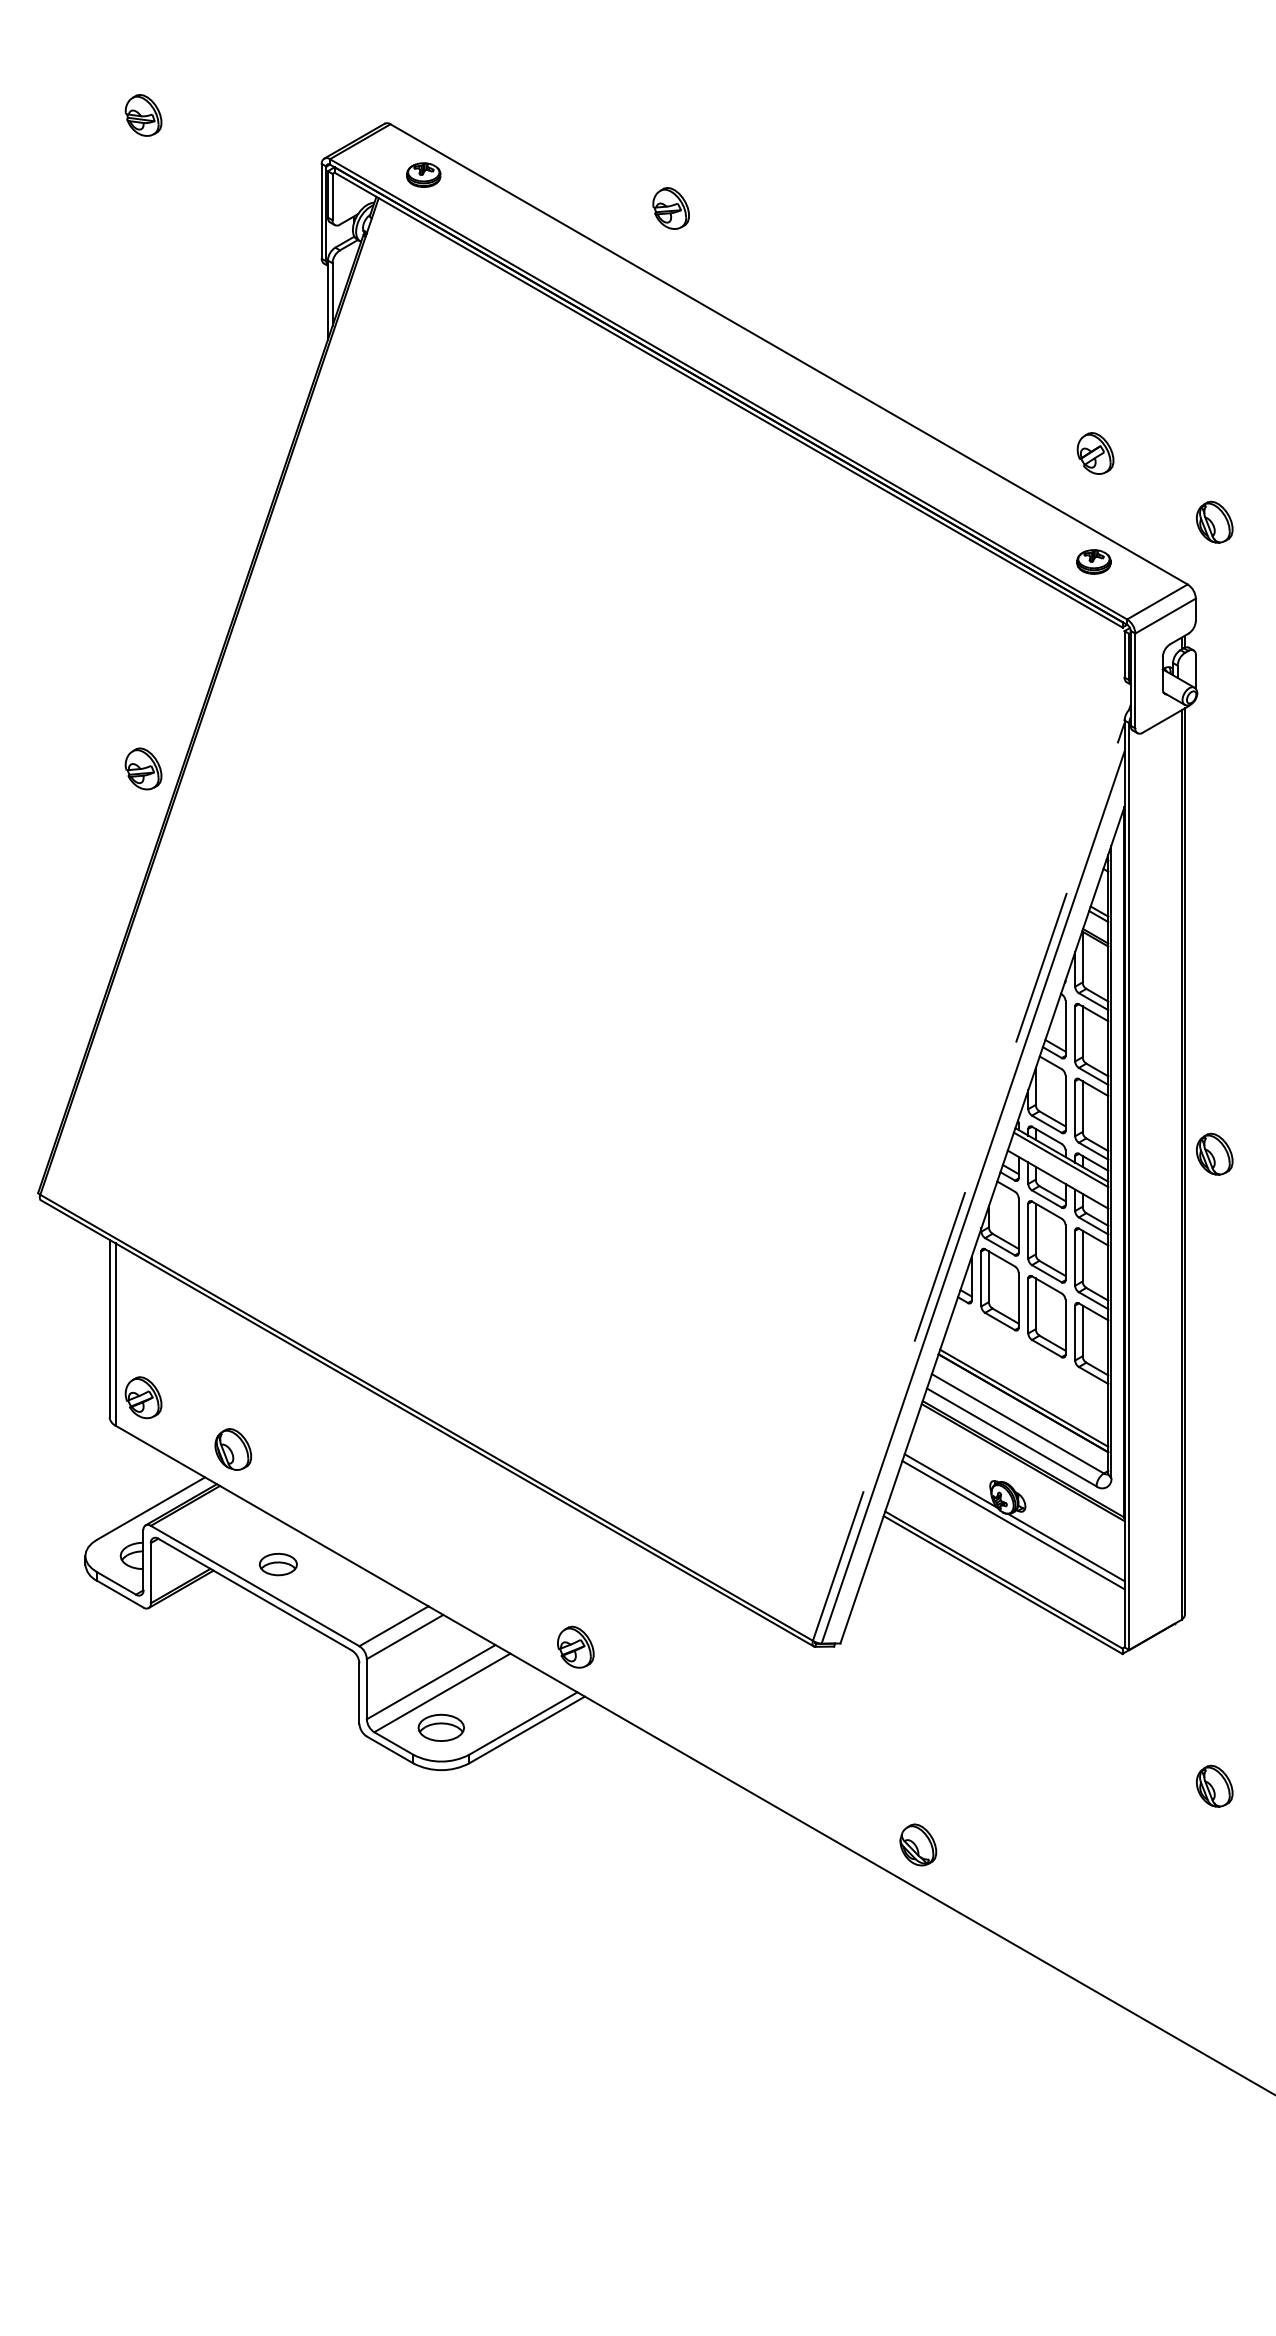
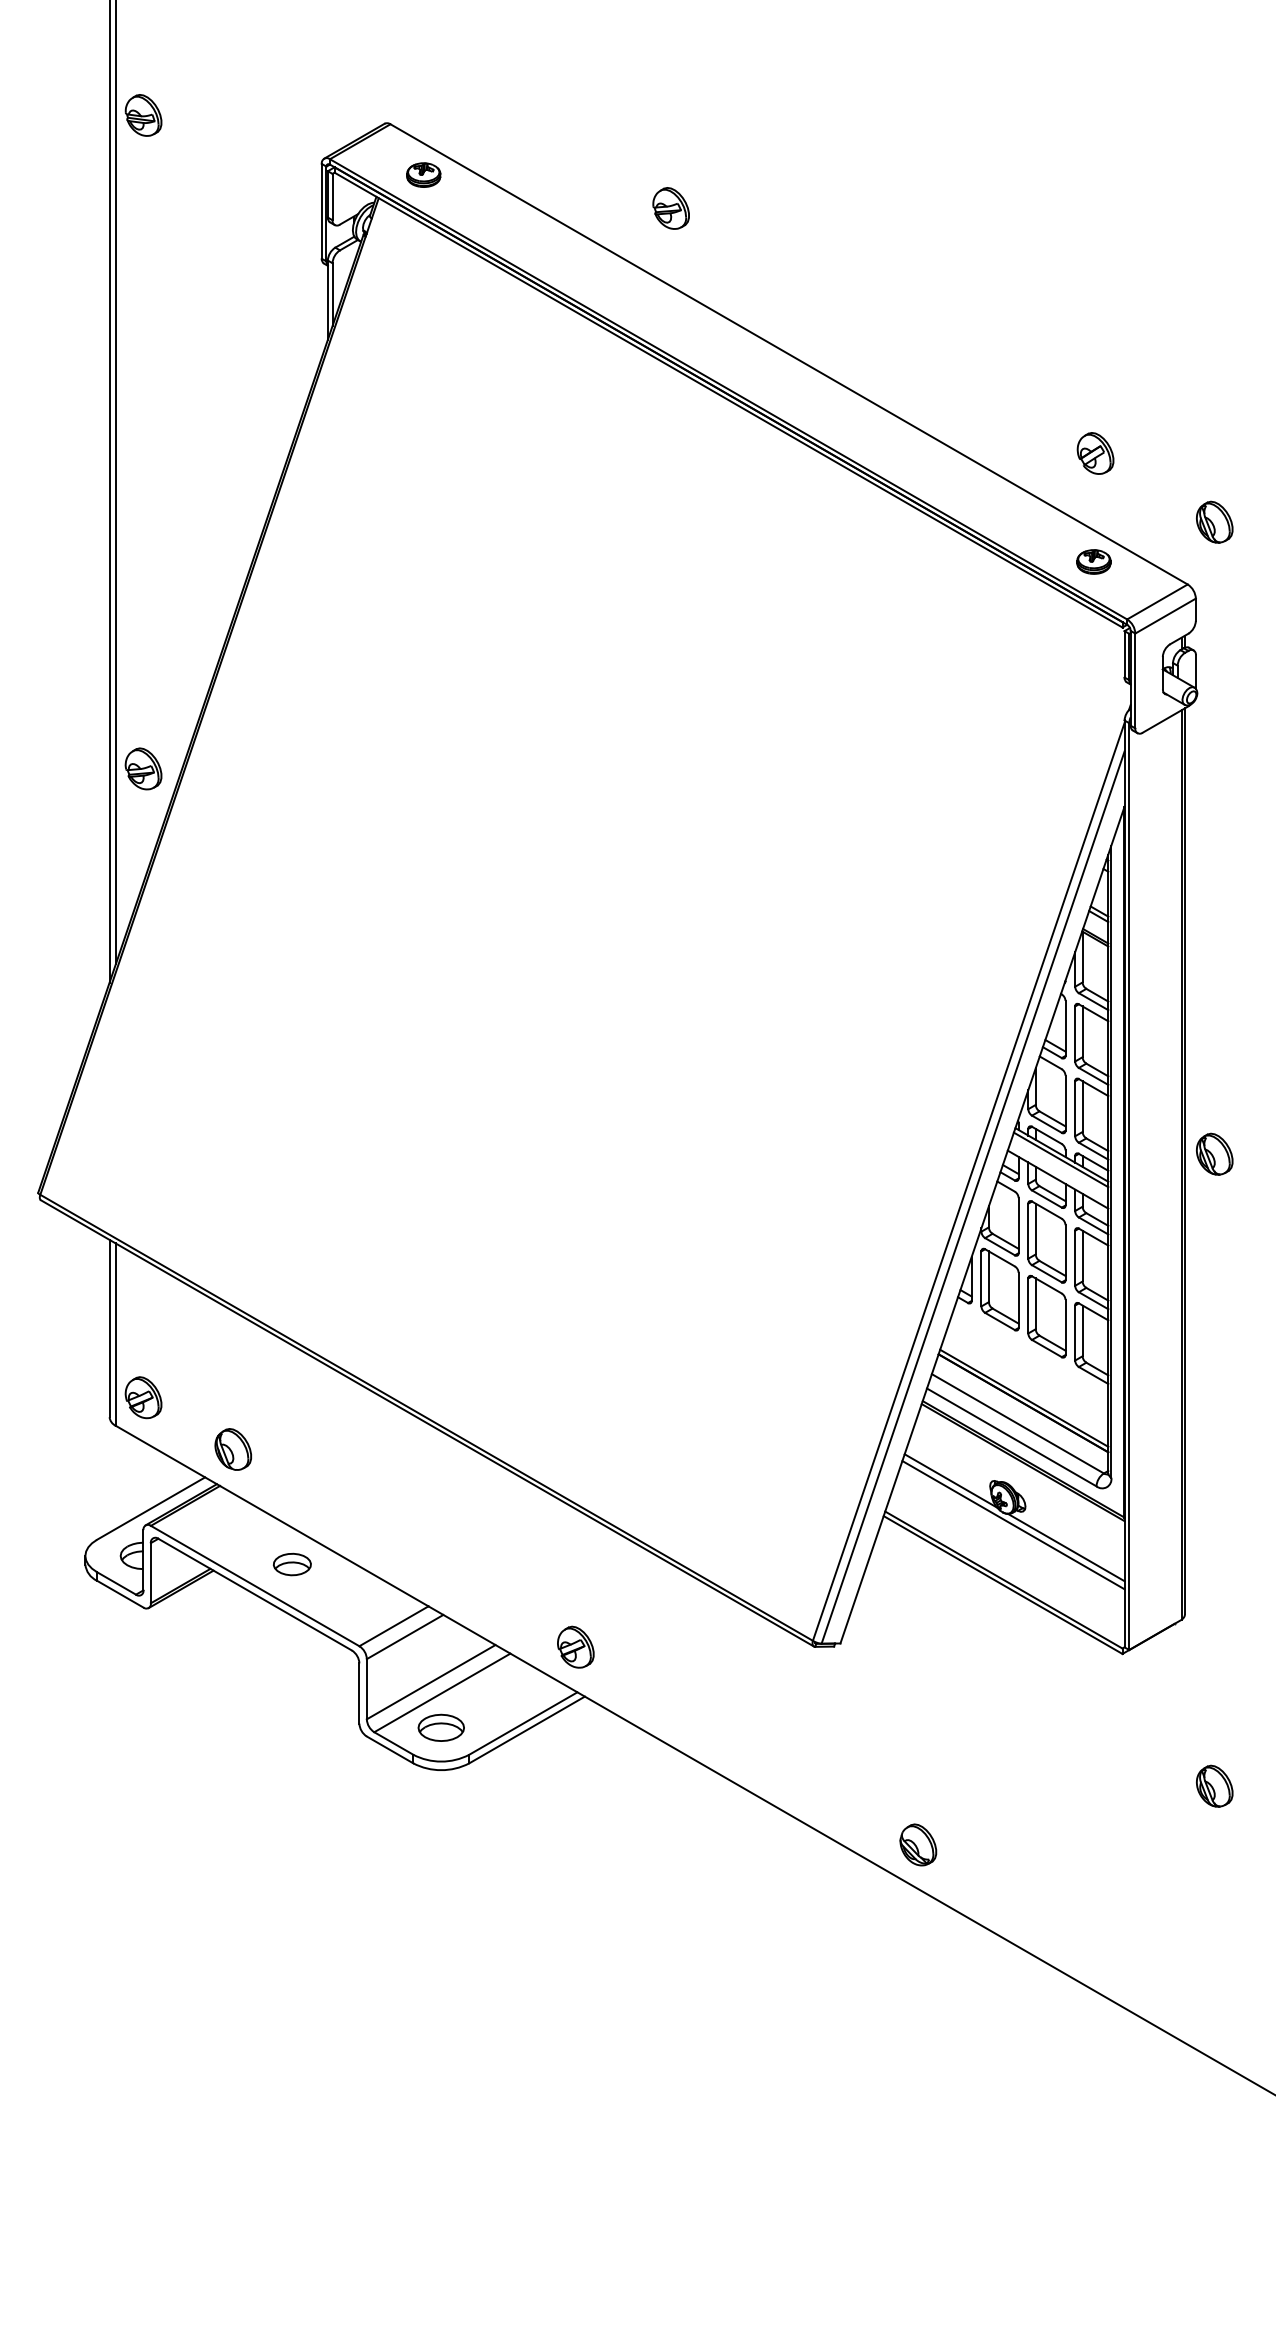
line at (115, 483): none -> present
line at (109, 492): none -> present
line at (968, 1181): dashed -> solid
part at (277, 1564) position: (277, 1564) -> (291, 1564)
